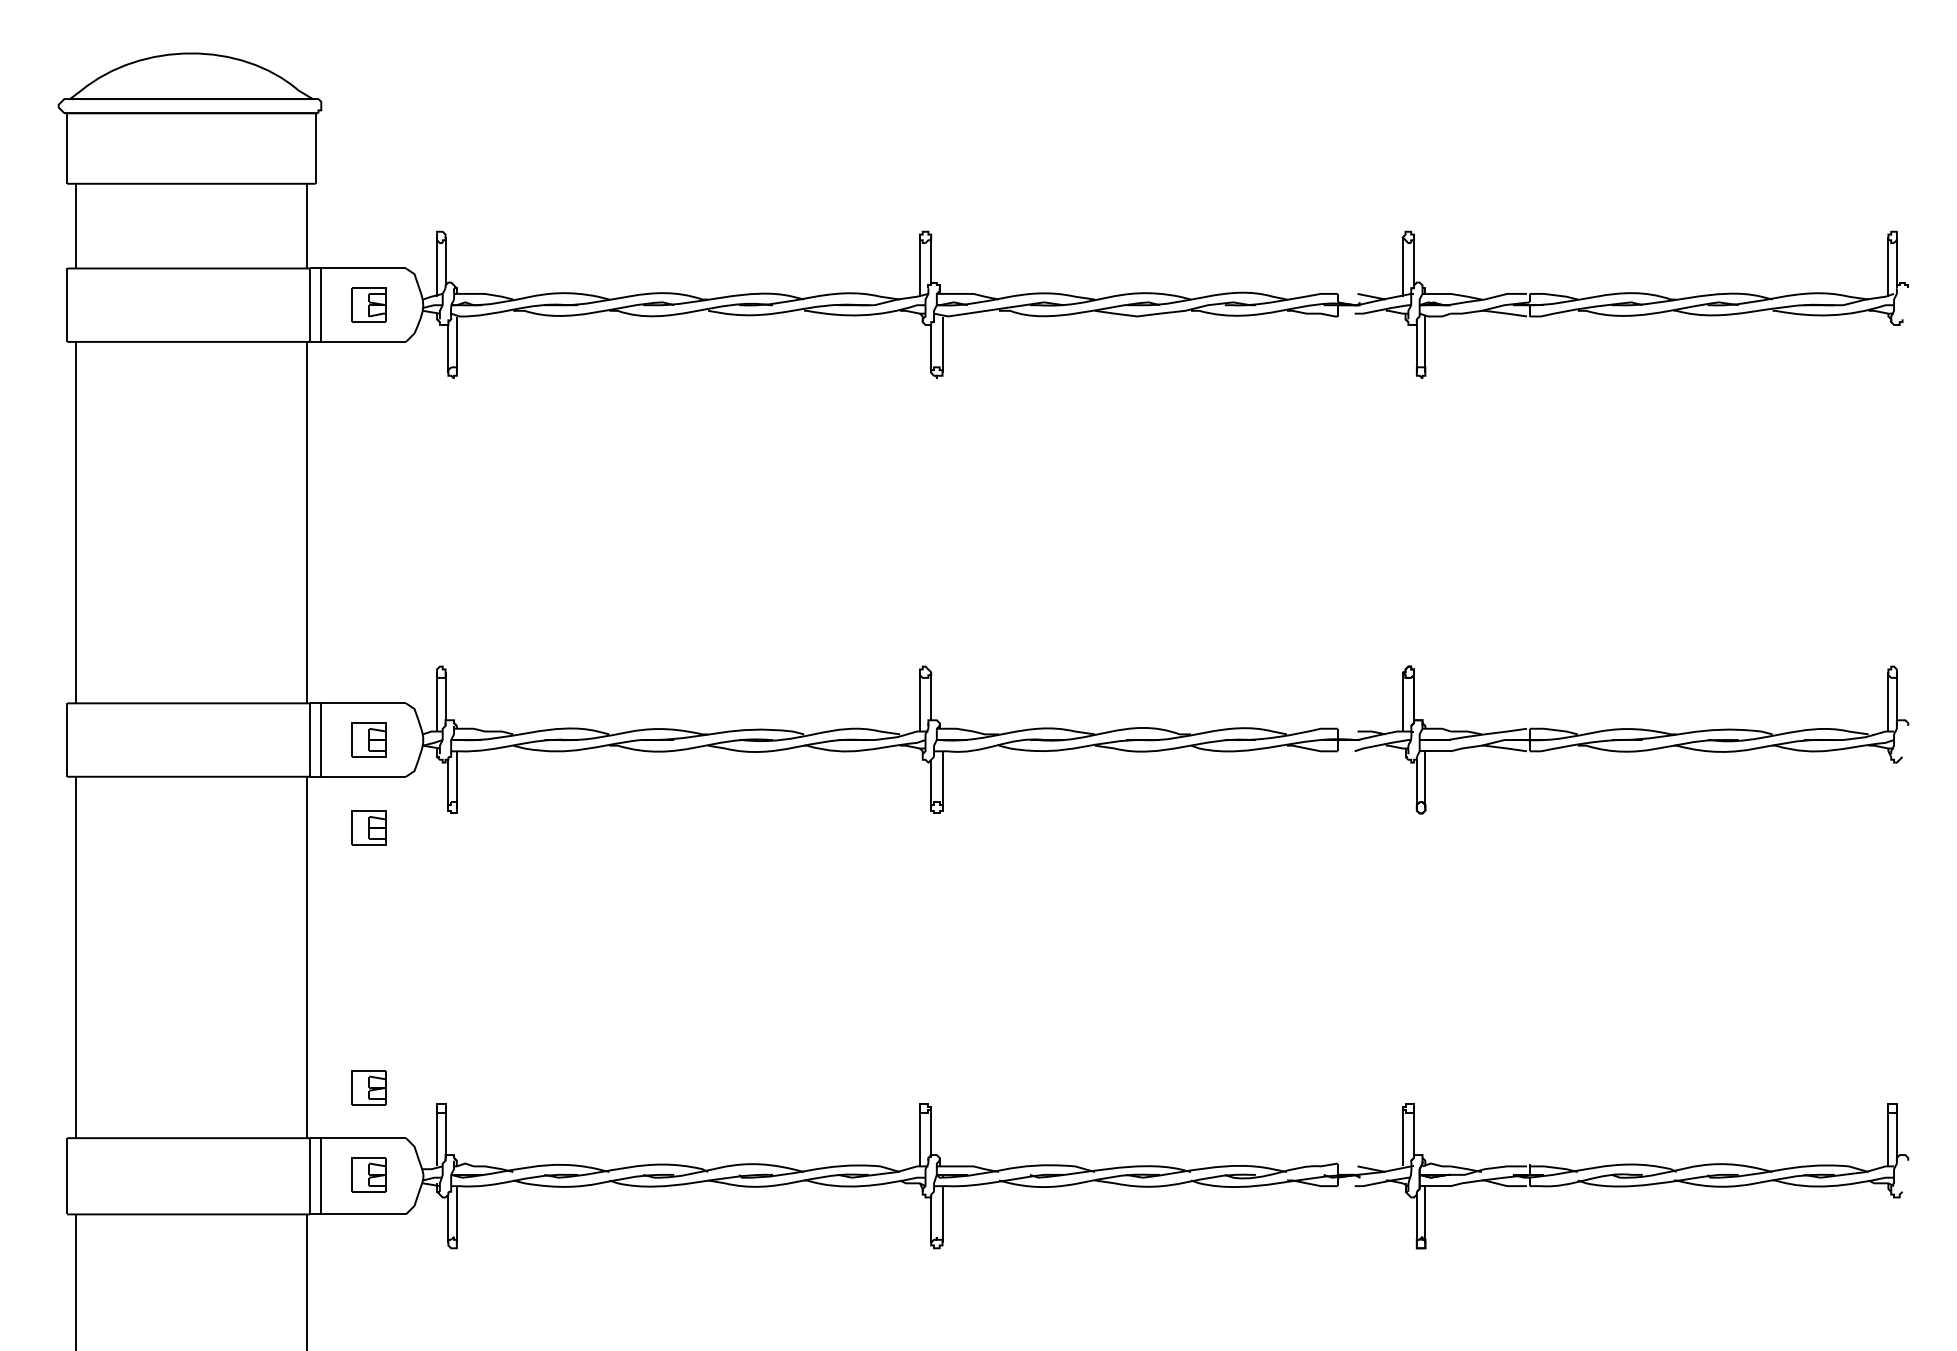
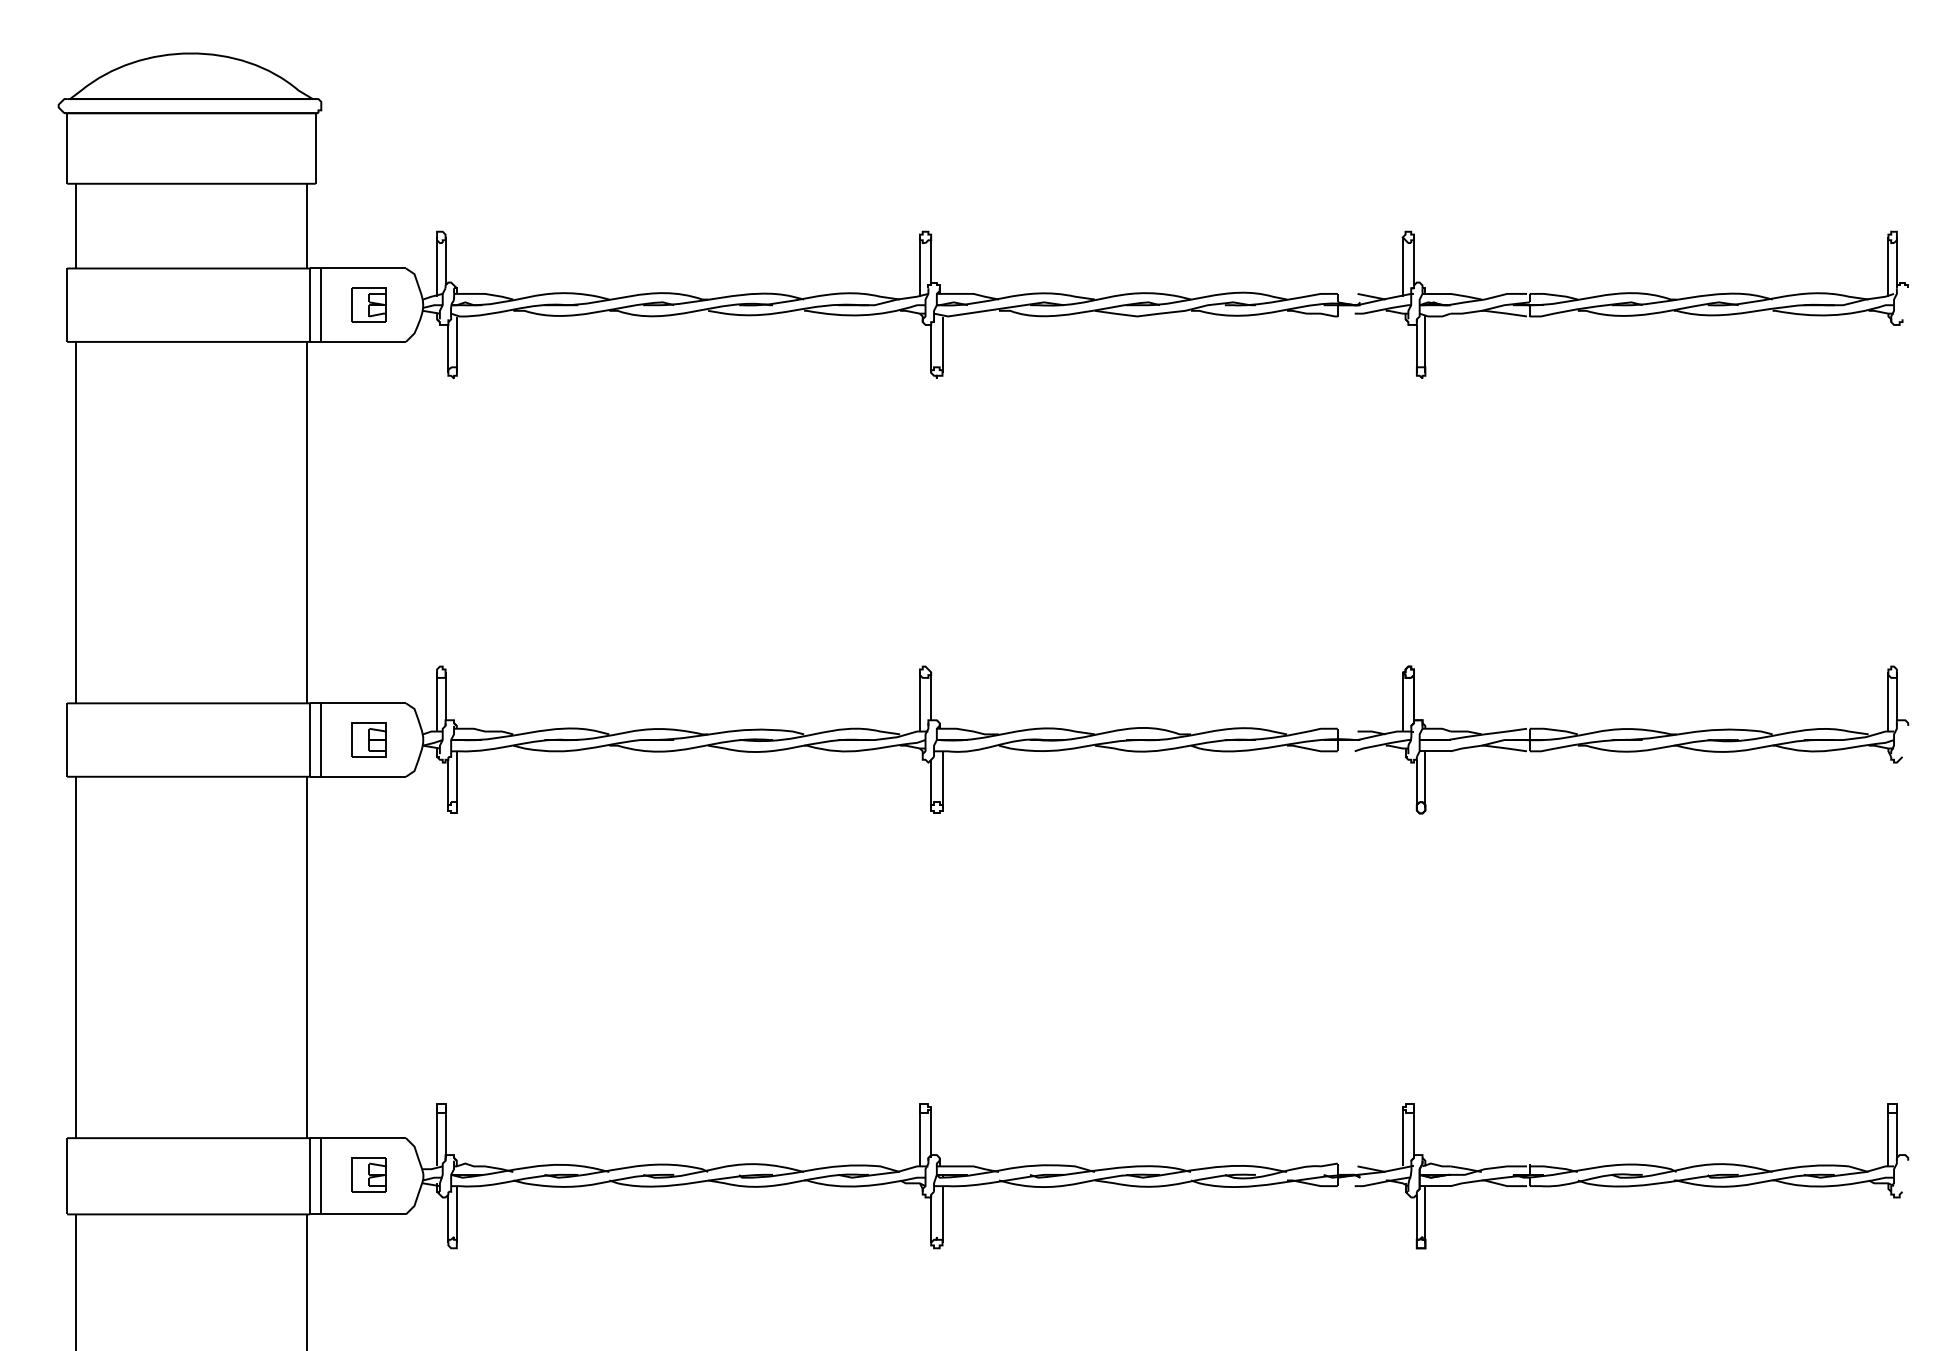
part at (368, 827): present -> none
part at (368, 1087): present -> none
